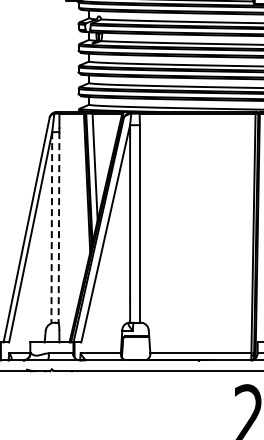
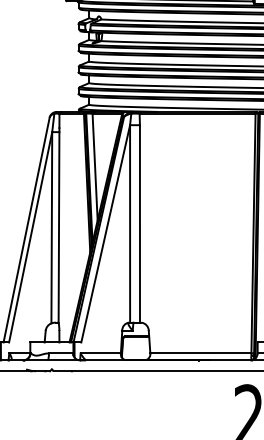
line at (51, 227): dashed -> solid
line at (59, 227): dashed -> solid
